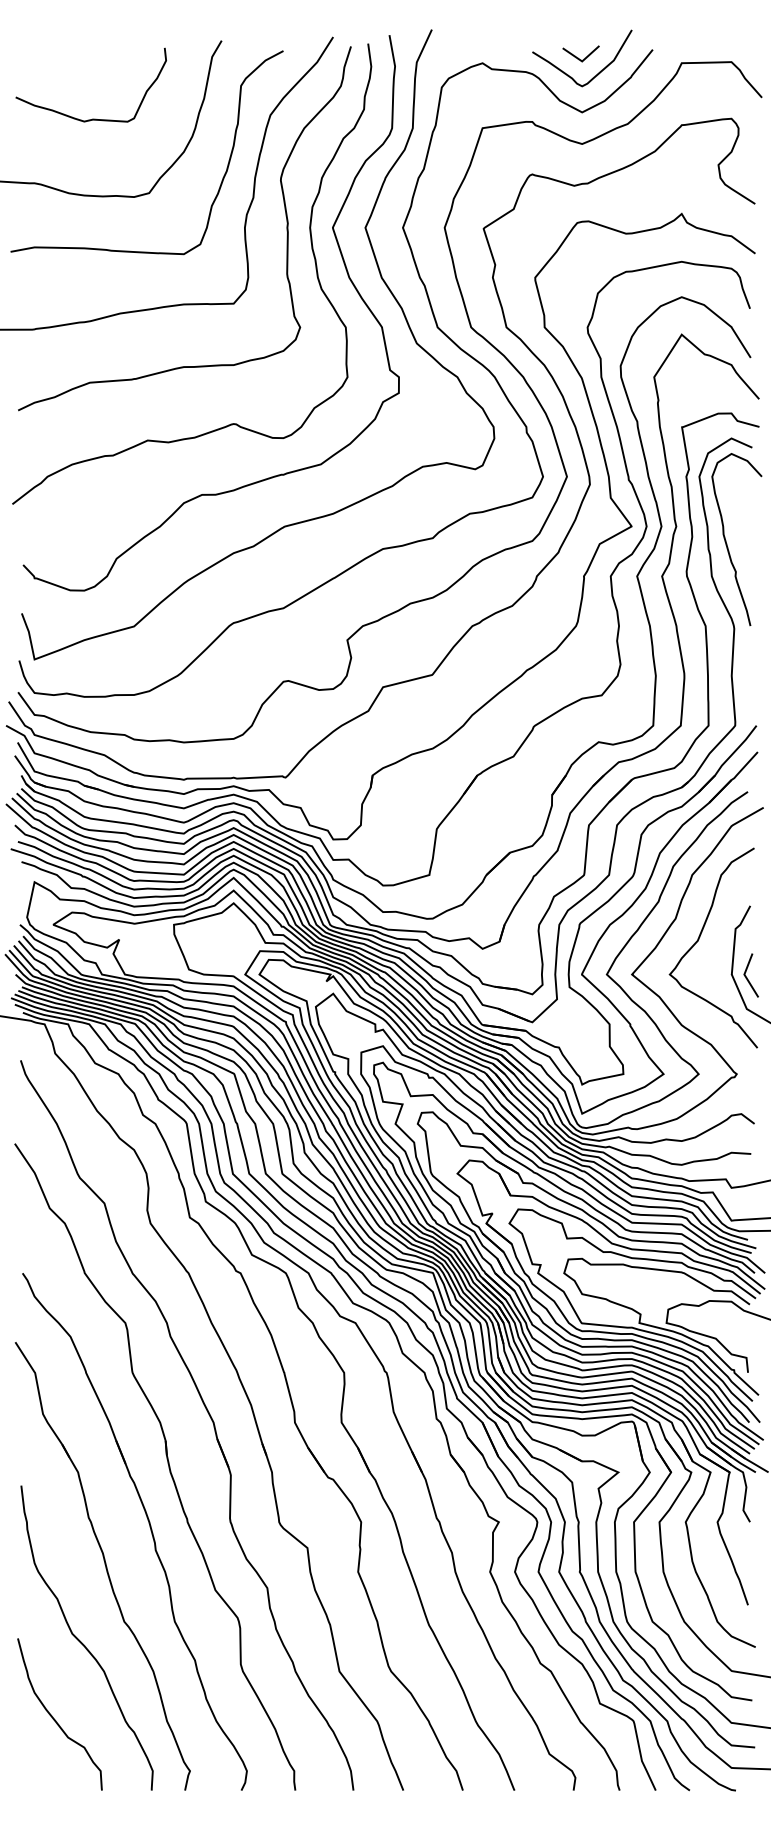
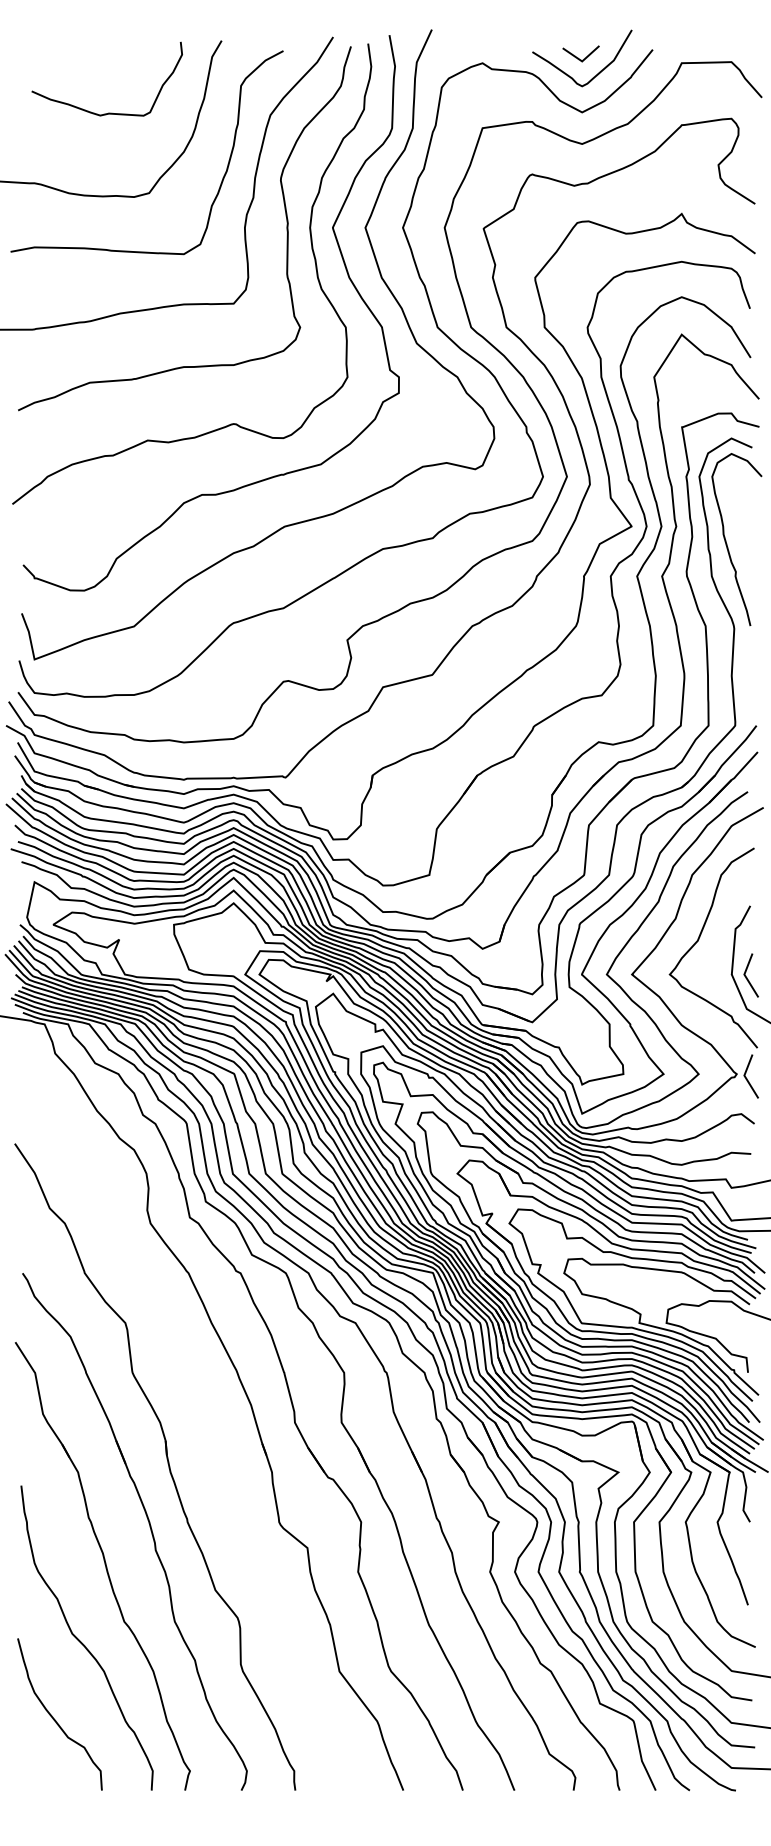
curve at (92, 118) position: (92, 118) -> (108, 112)
line at (747, 1078): none -> present
part at (208, 1414): present -> none
